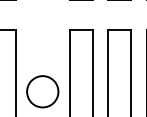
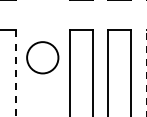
line at (15, 73): solid -> dashed
line at (146, 73): solid -> dashed
circle at (42, 91) position: (42, 91) -> (42, 57)
